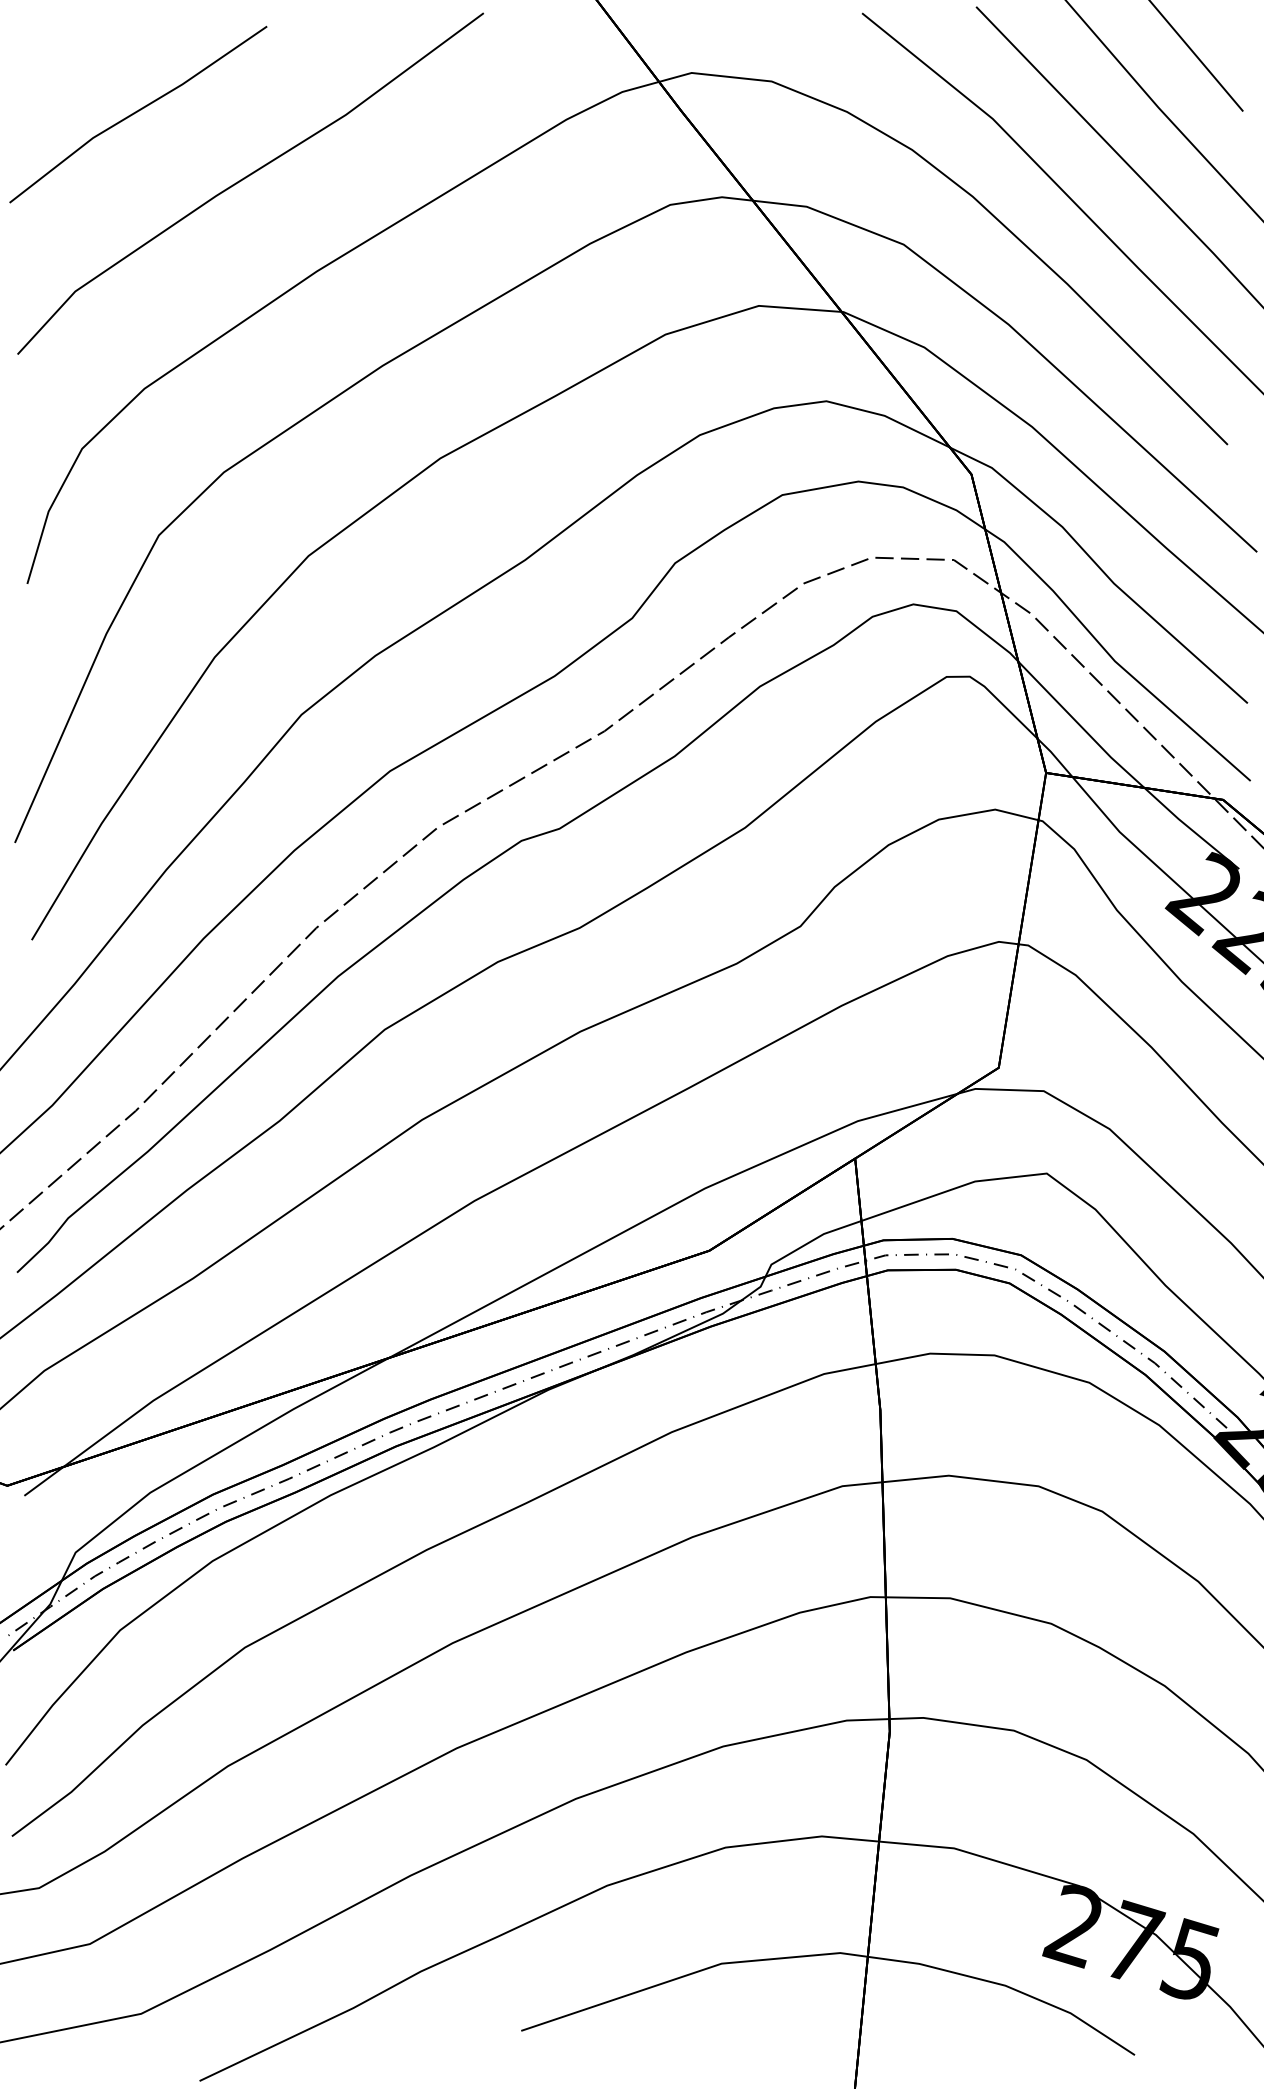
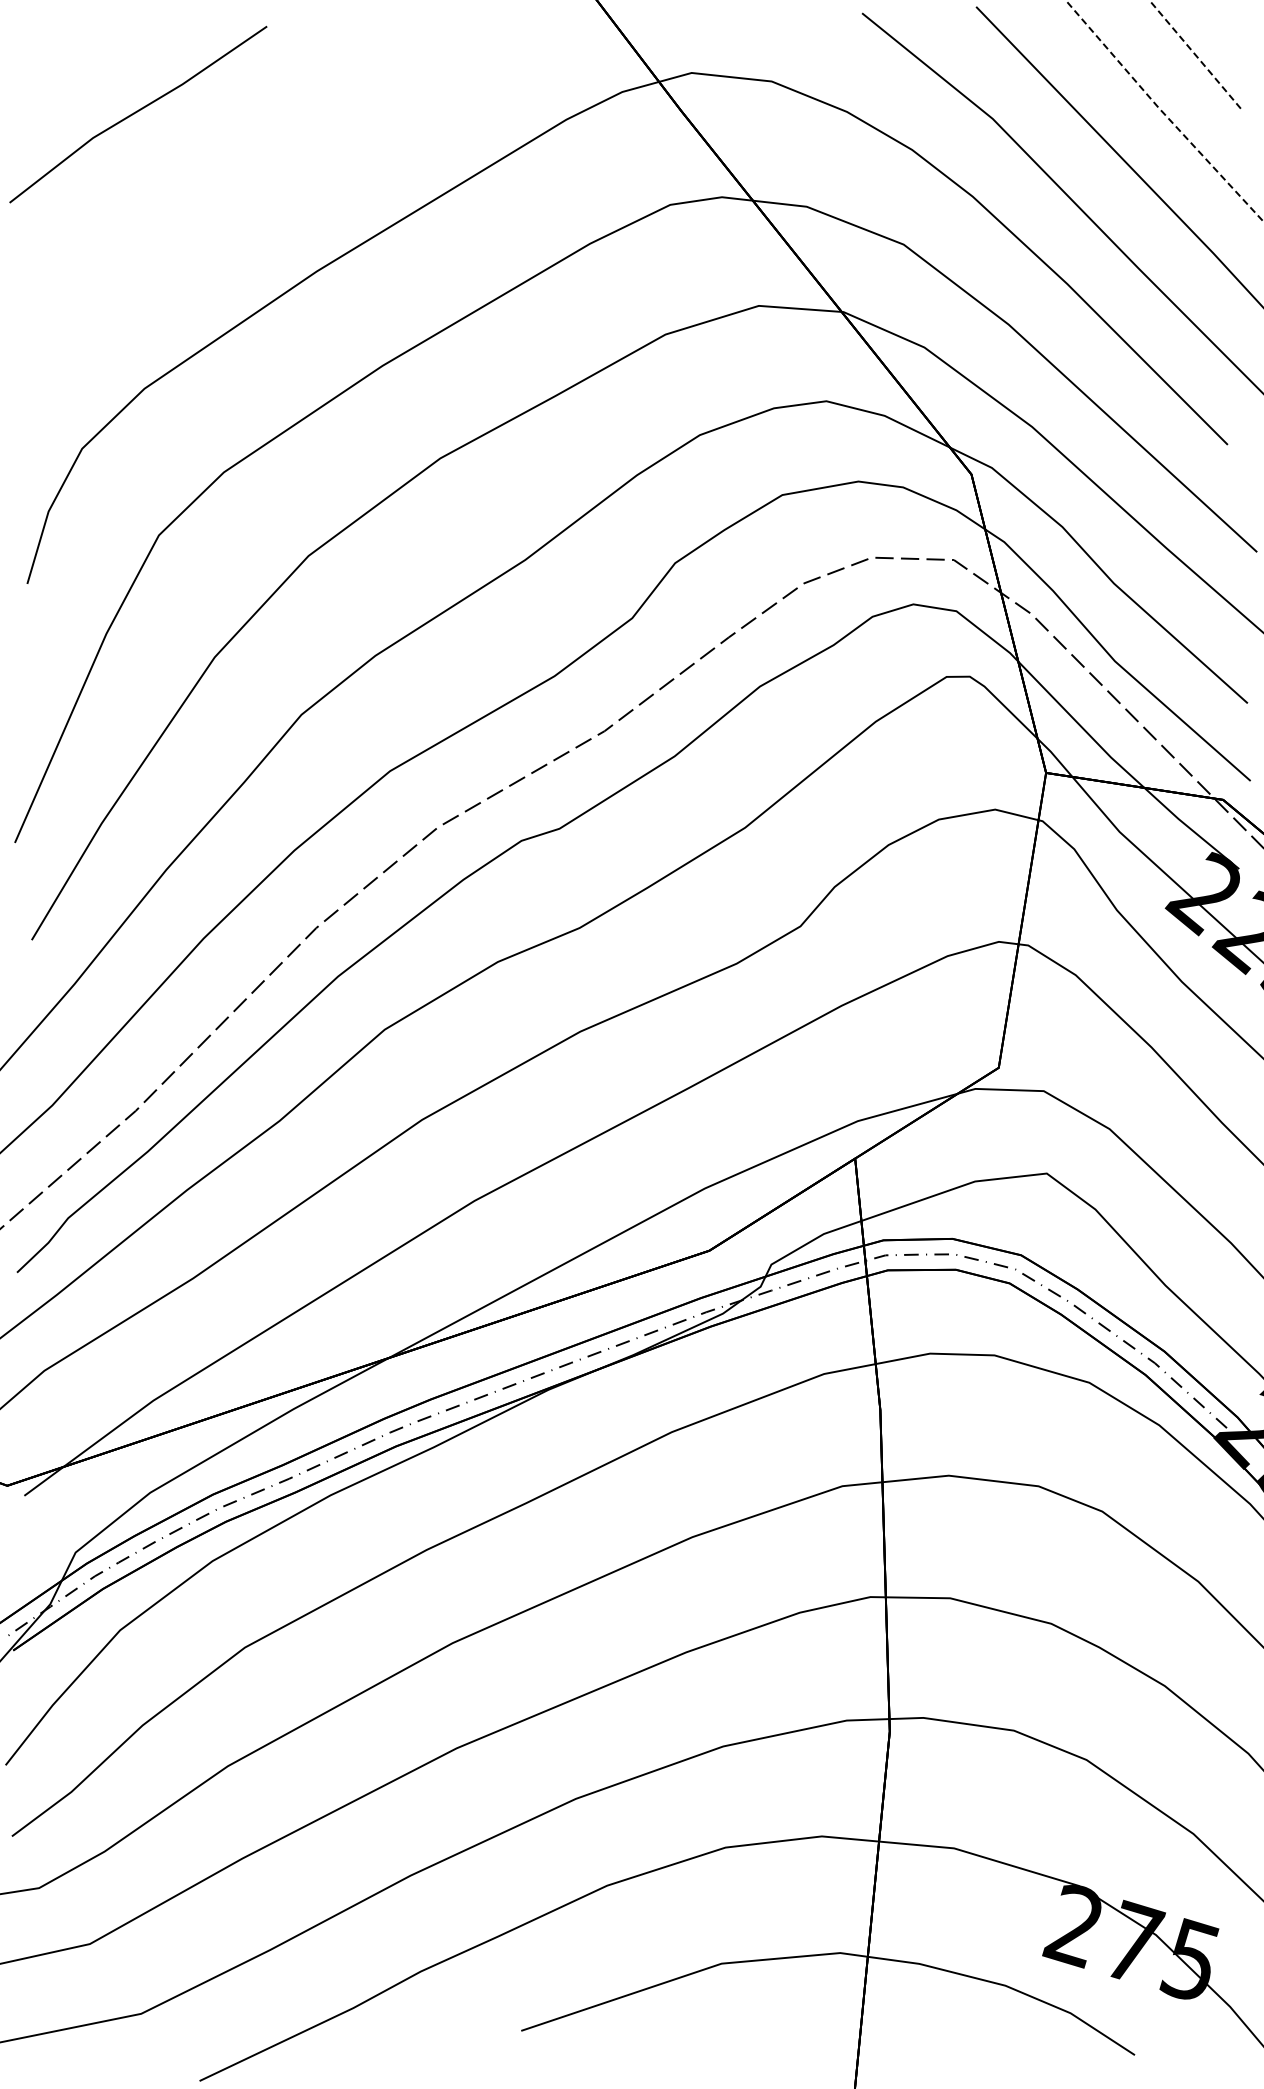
line at (1196, 55): solid -> dashed
line at (1162, 111): solid -> dashed
line at (246, 178): present -> none
